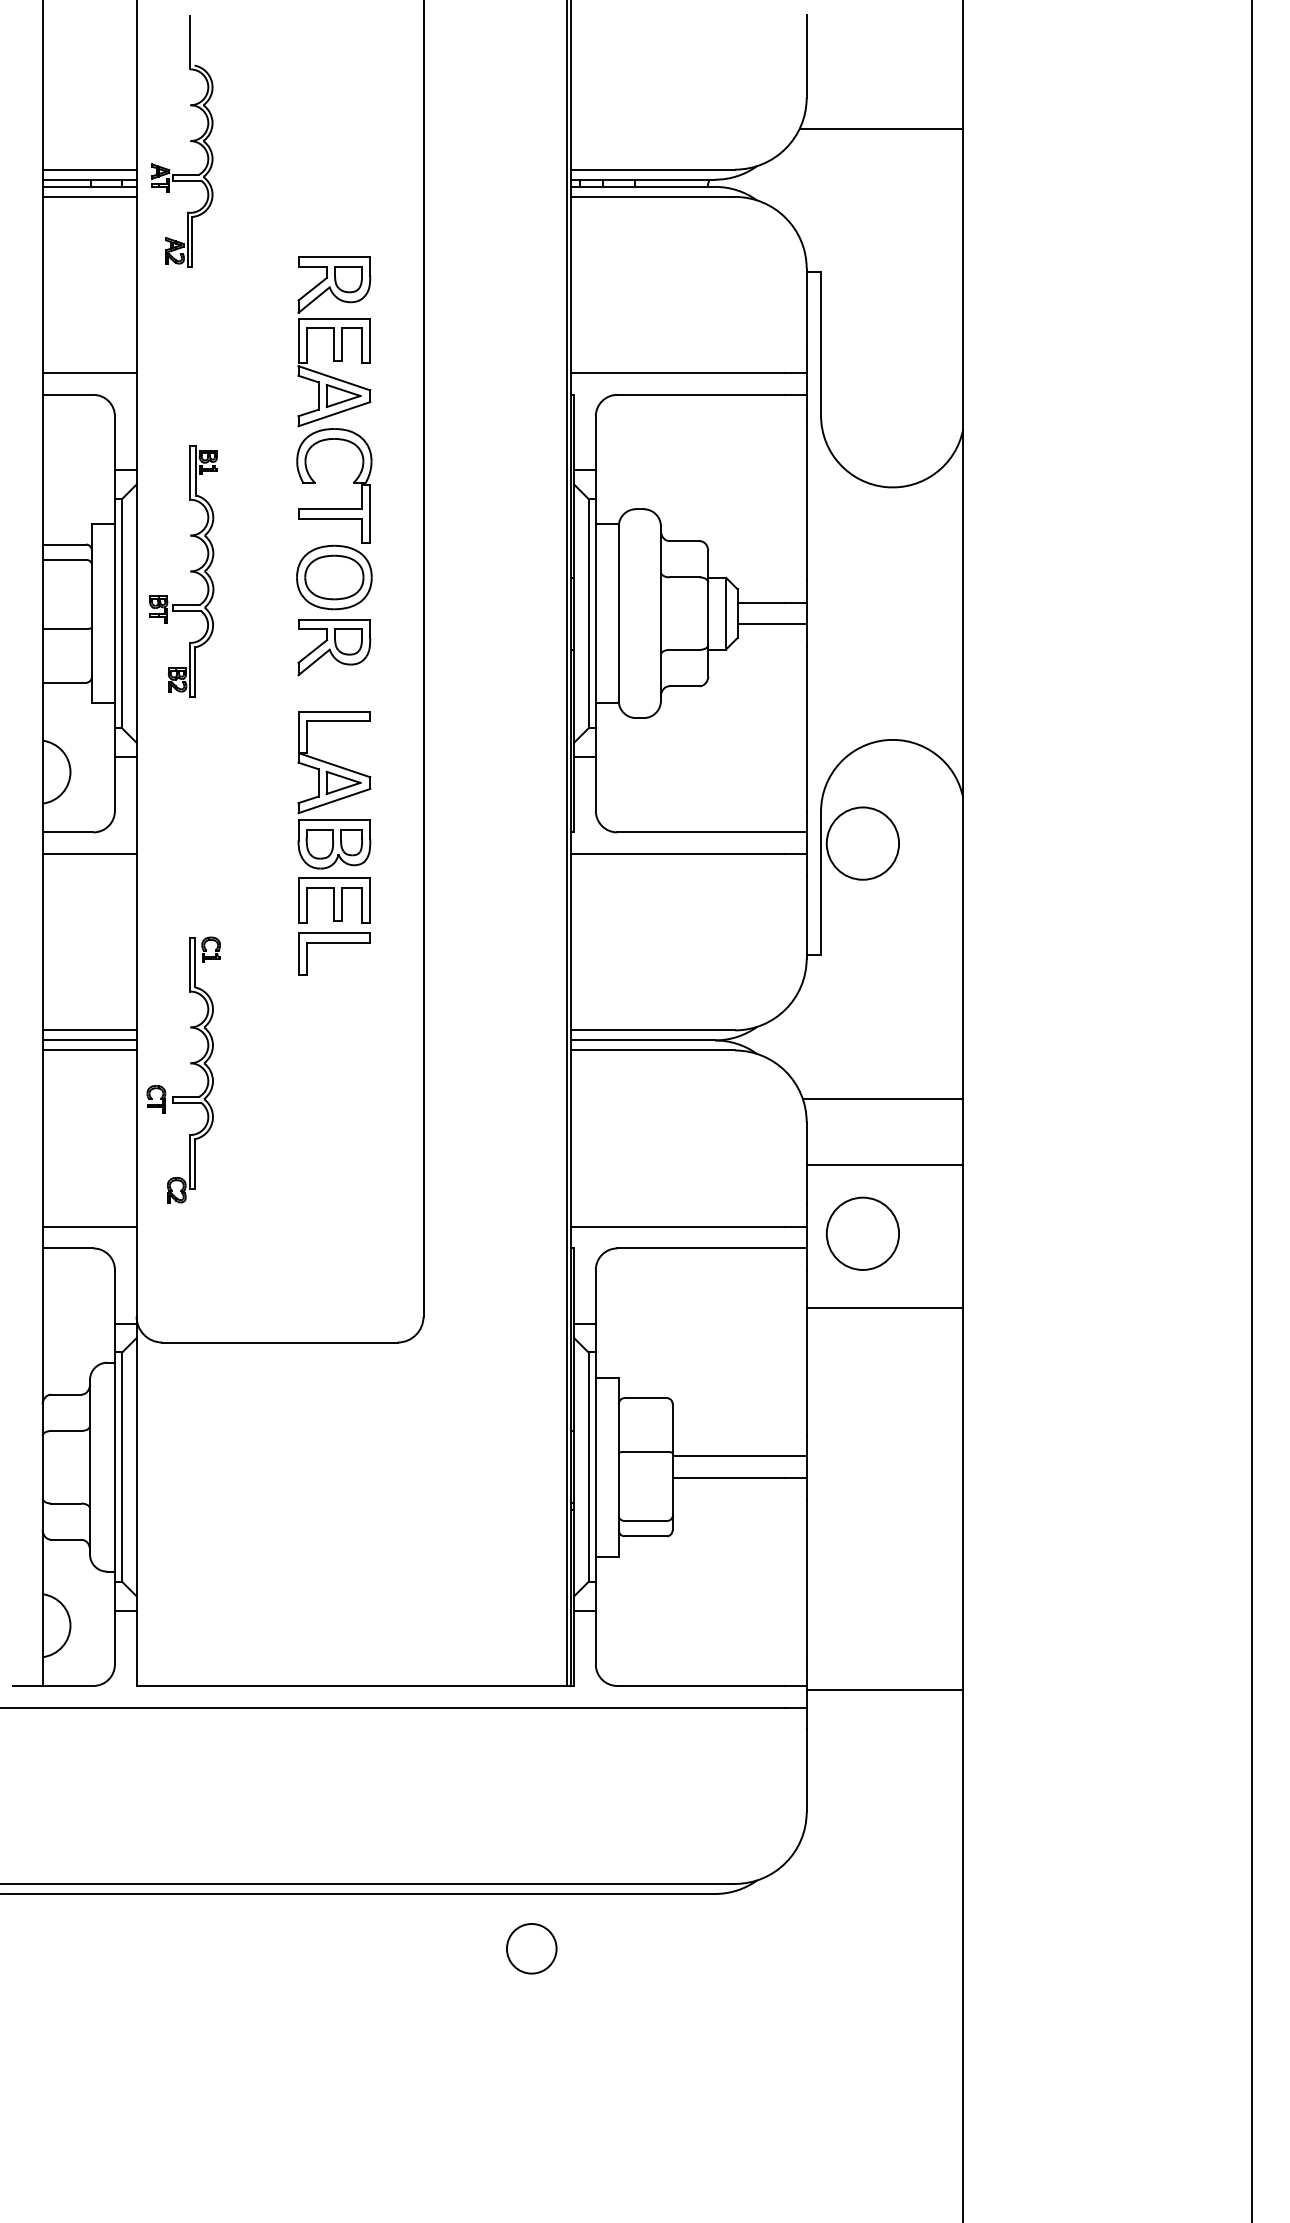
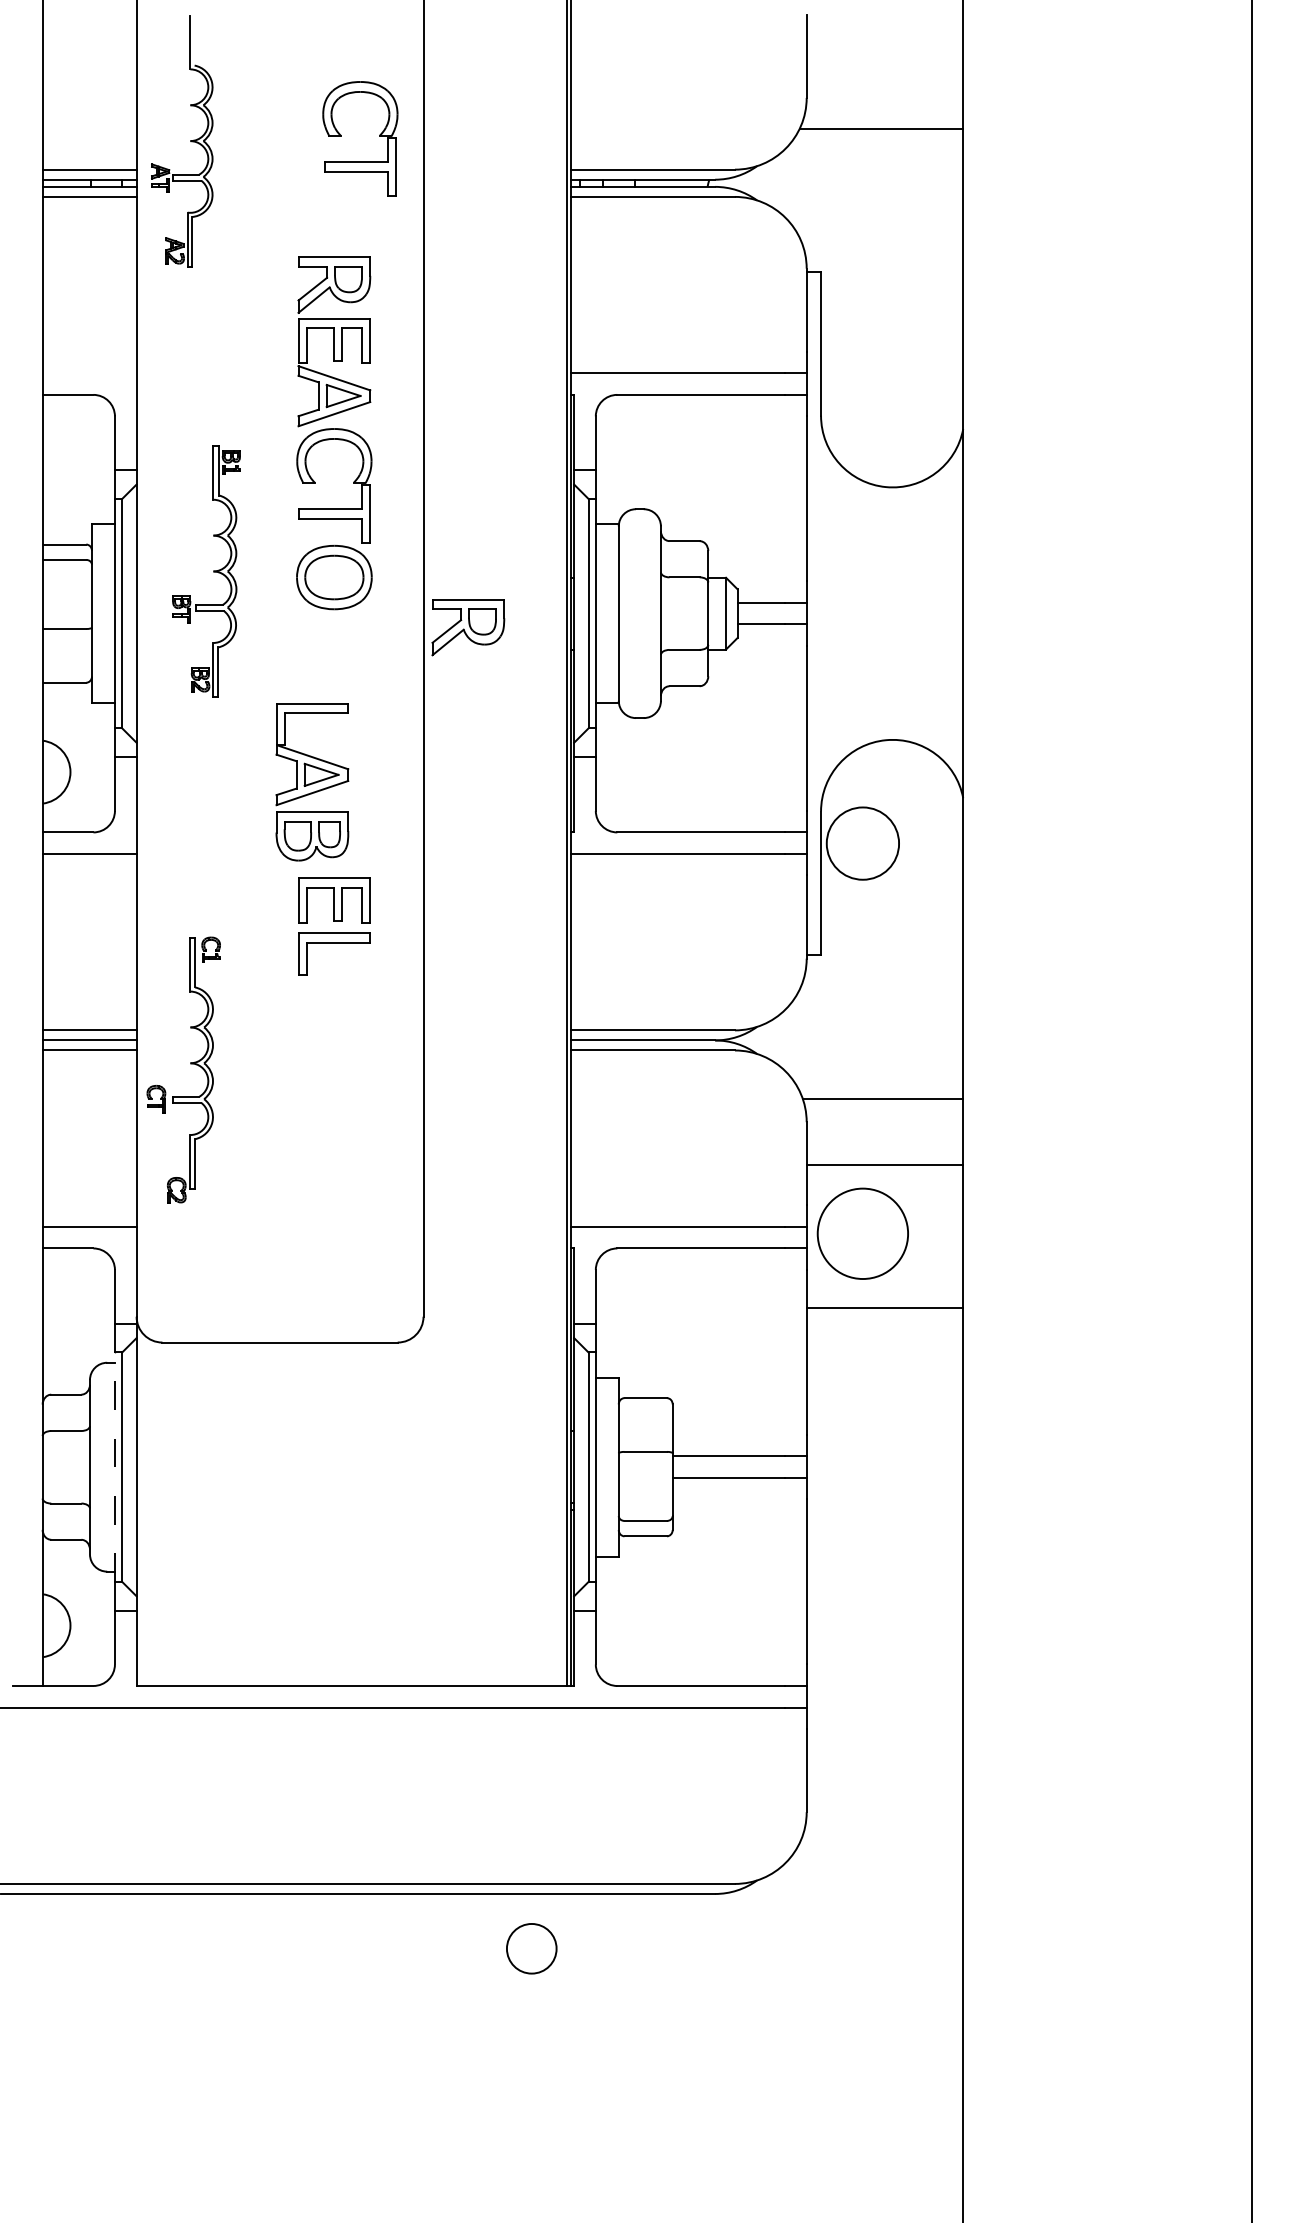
part at (341, 136): none -> present
line at (89, 373): present -> none
part at (190, 571) position: (190, 571) -> (213, 571)
part at (334, 647) position: (334, 647) -> (468, 627)
part at (334, 790) position: (334, 790) -> (312, 782)
circle at (862, 1233) diameter: 72 px -> 90 px
line at (114, 1467): solid -> dashed
line at (884, 1689): present -> none
